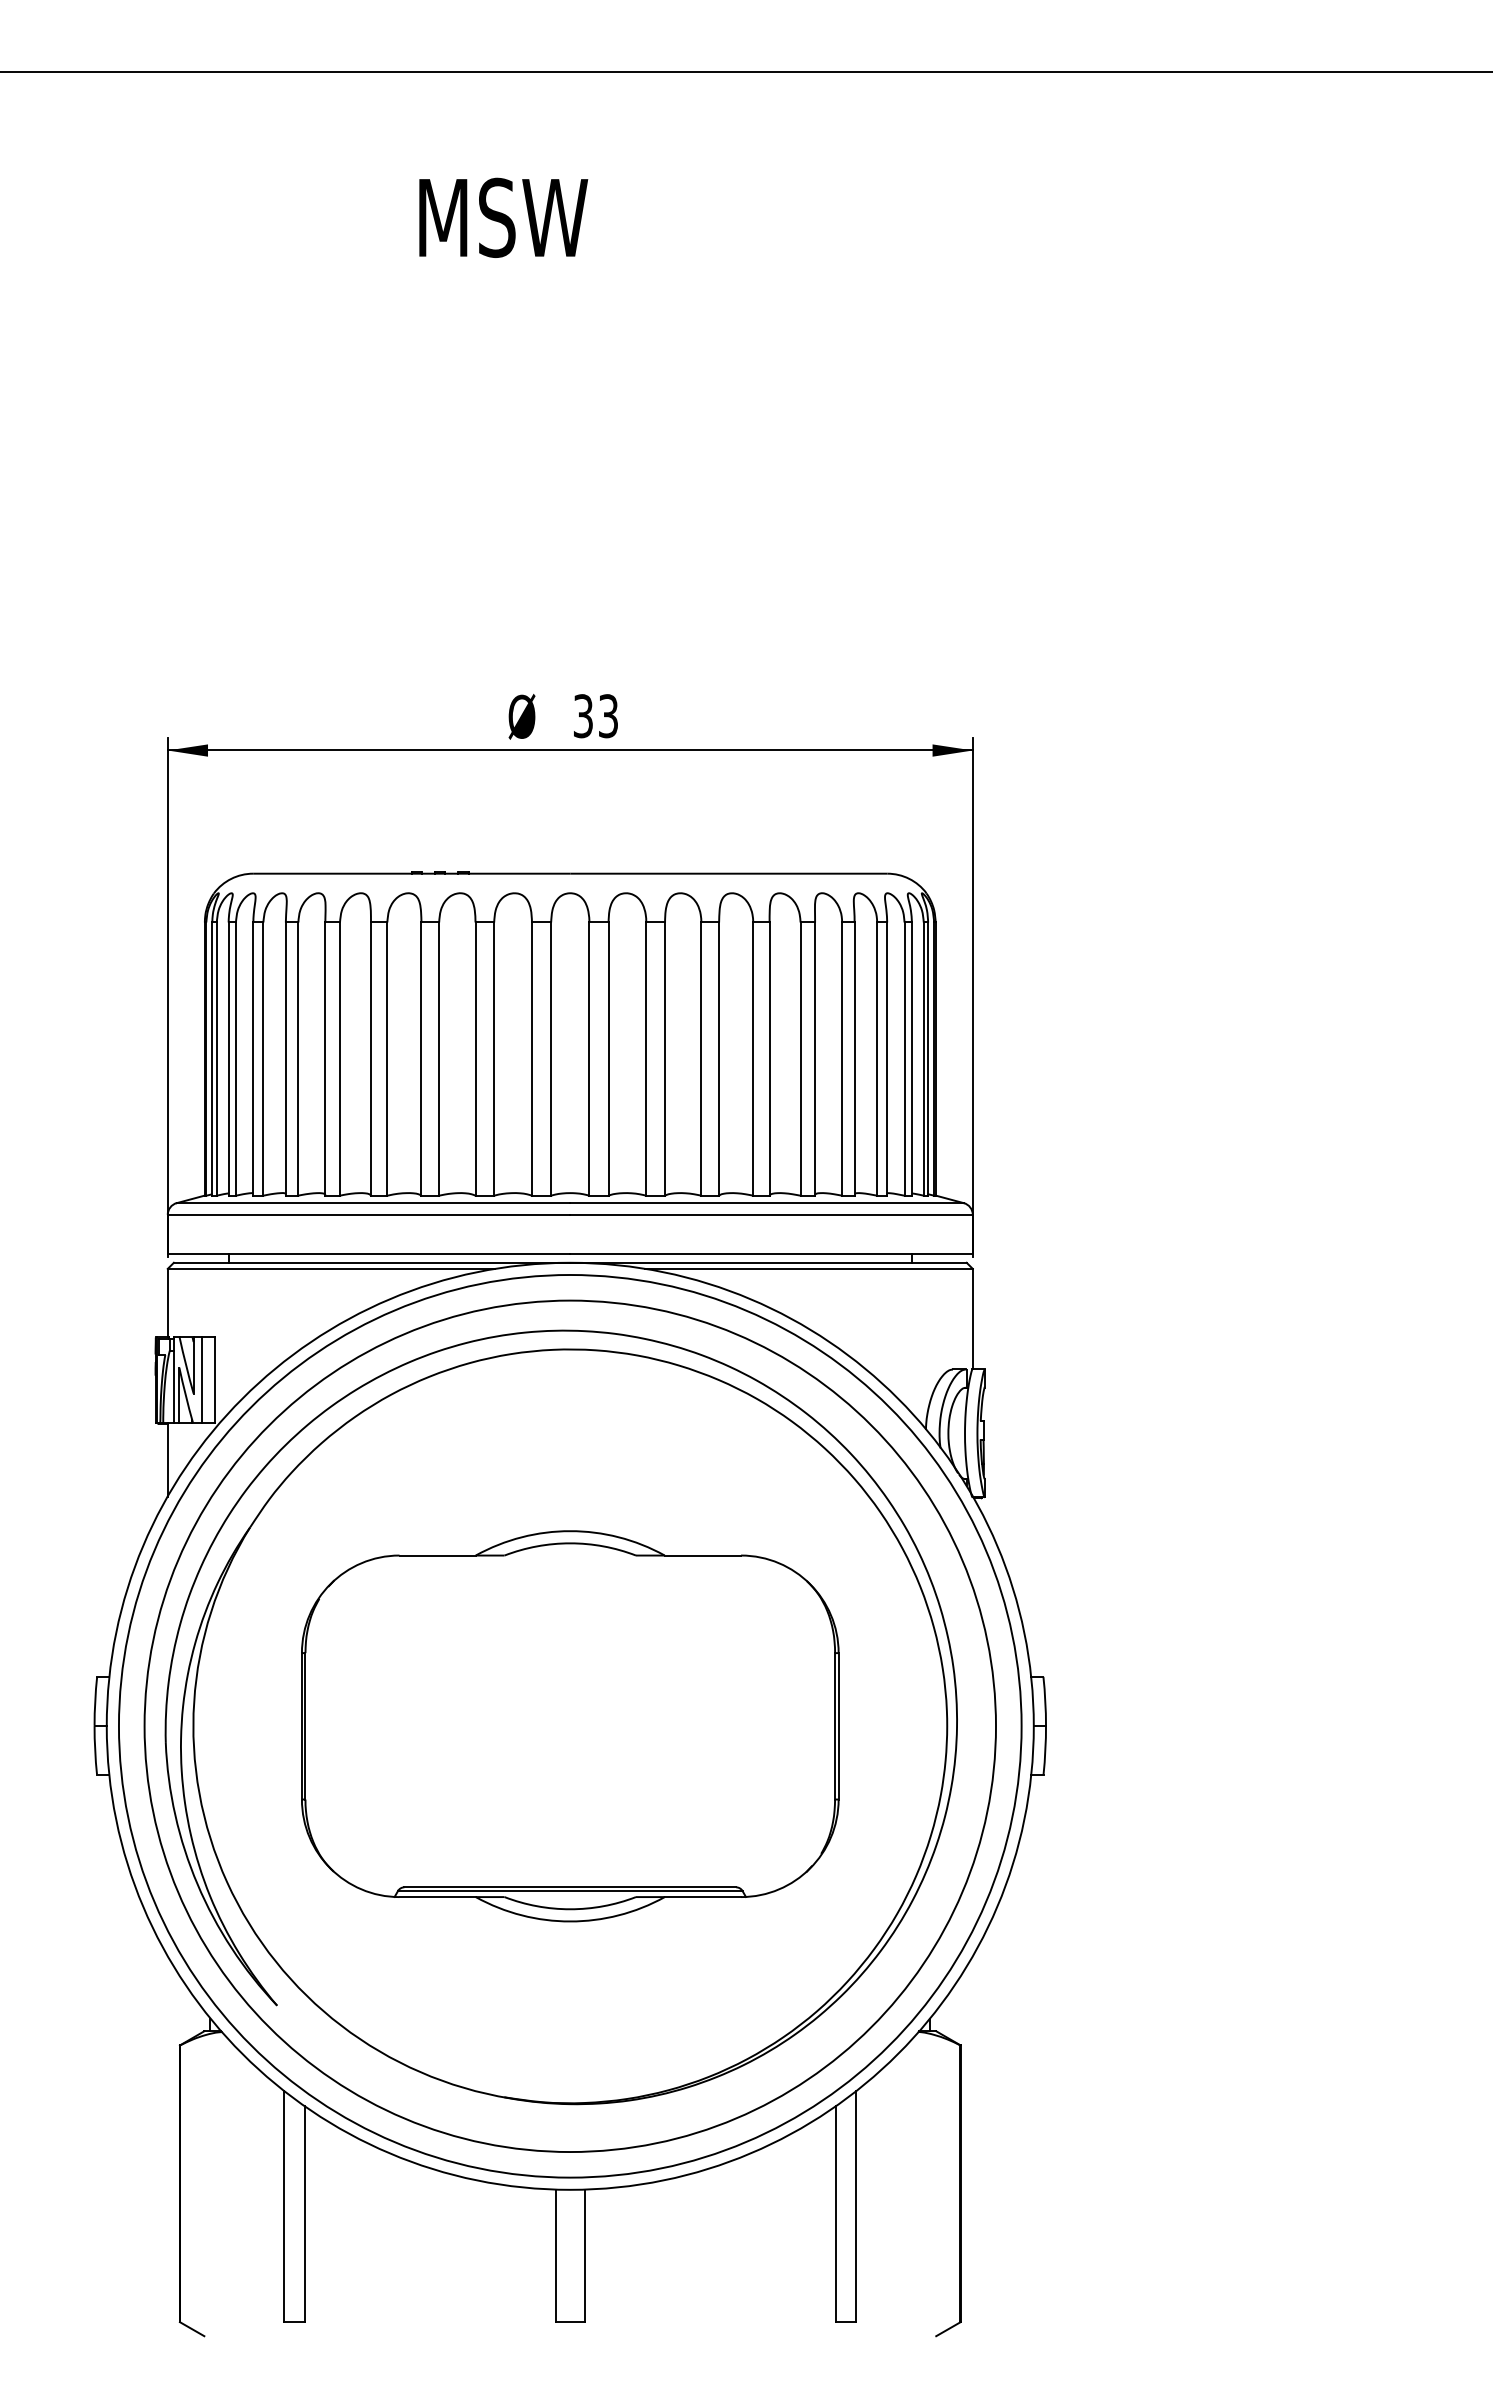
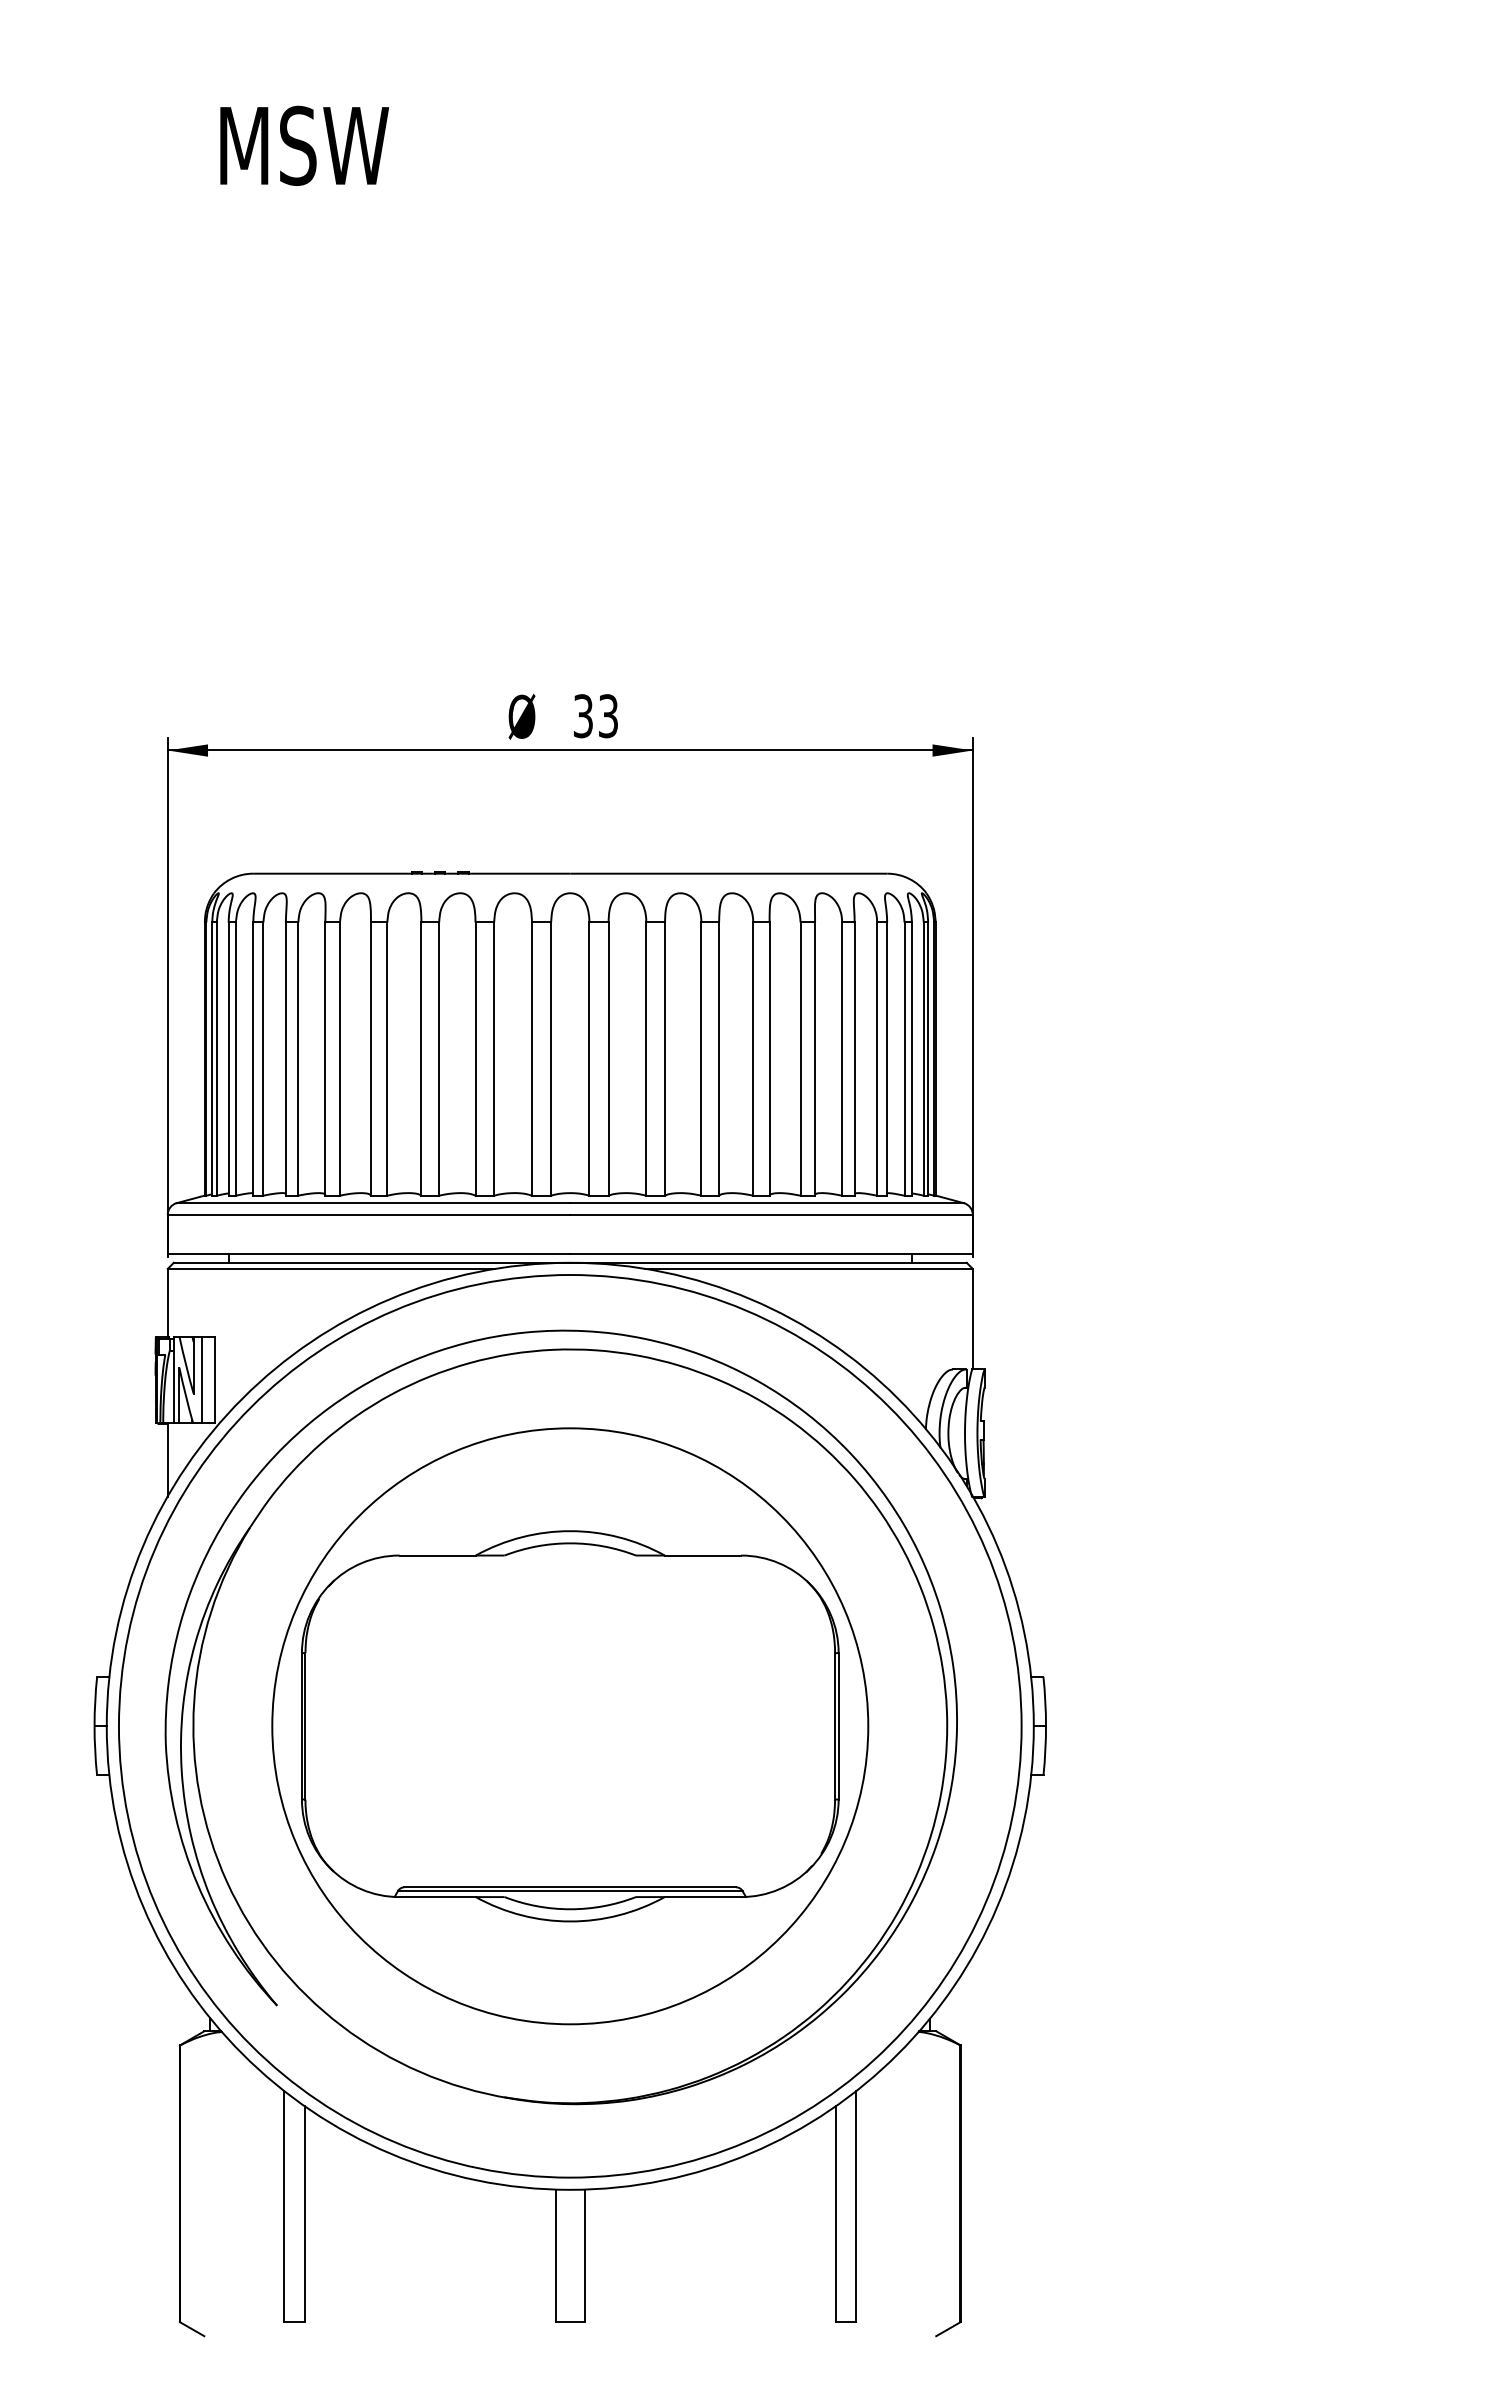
line at (745, 71): present -> none
text at (503, 217) position: (503, 217) -> (304, 145)
circle at (570, 1726) diameter: 851 px -> 596 px
